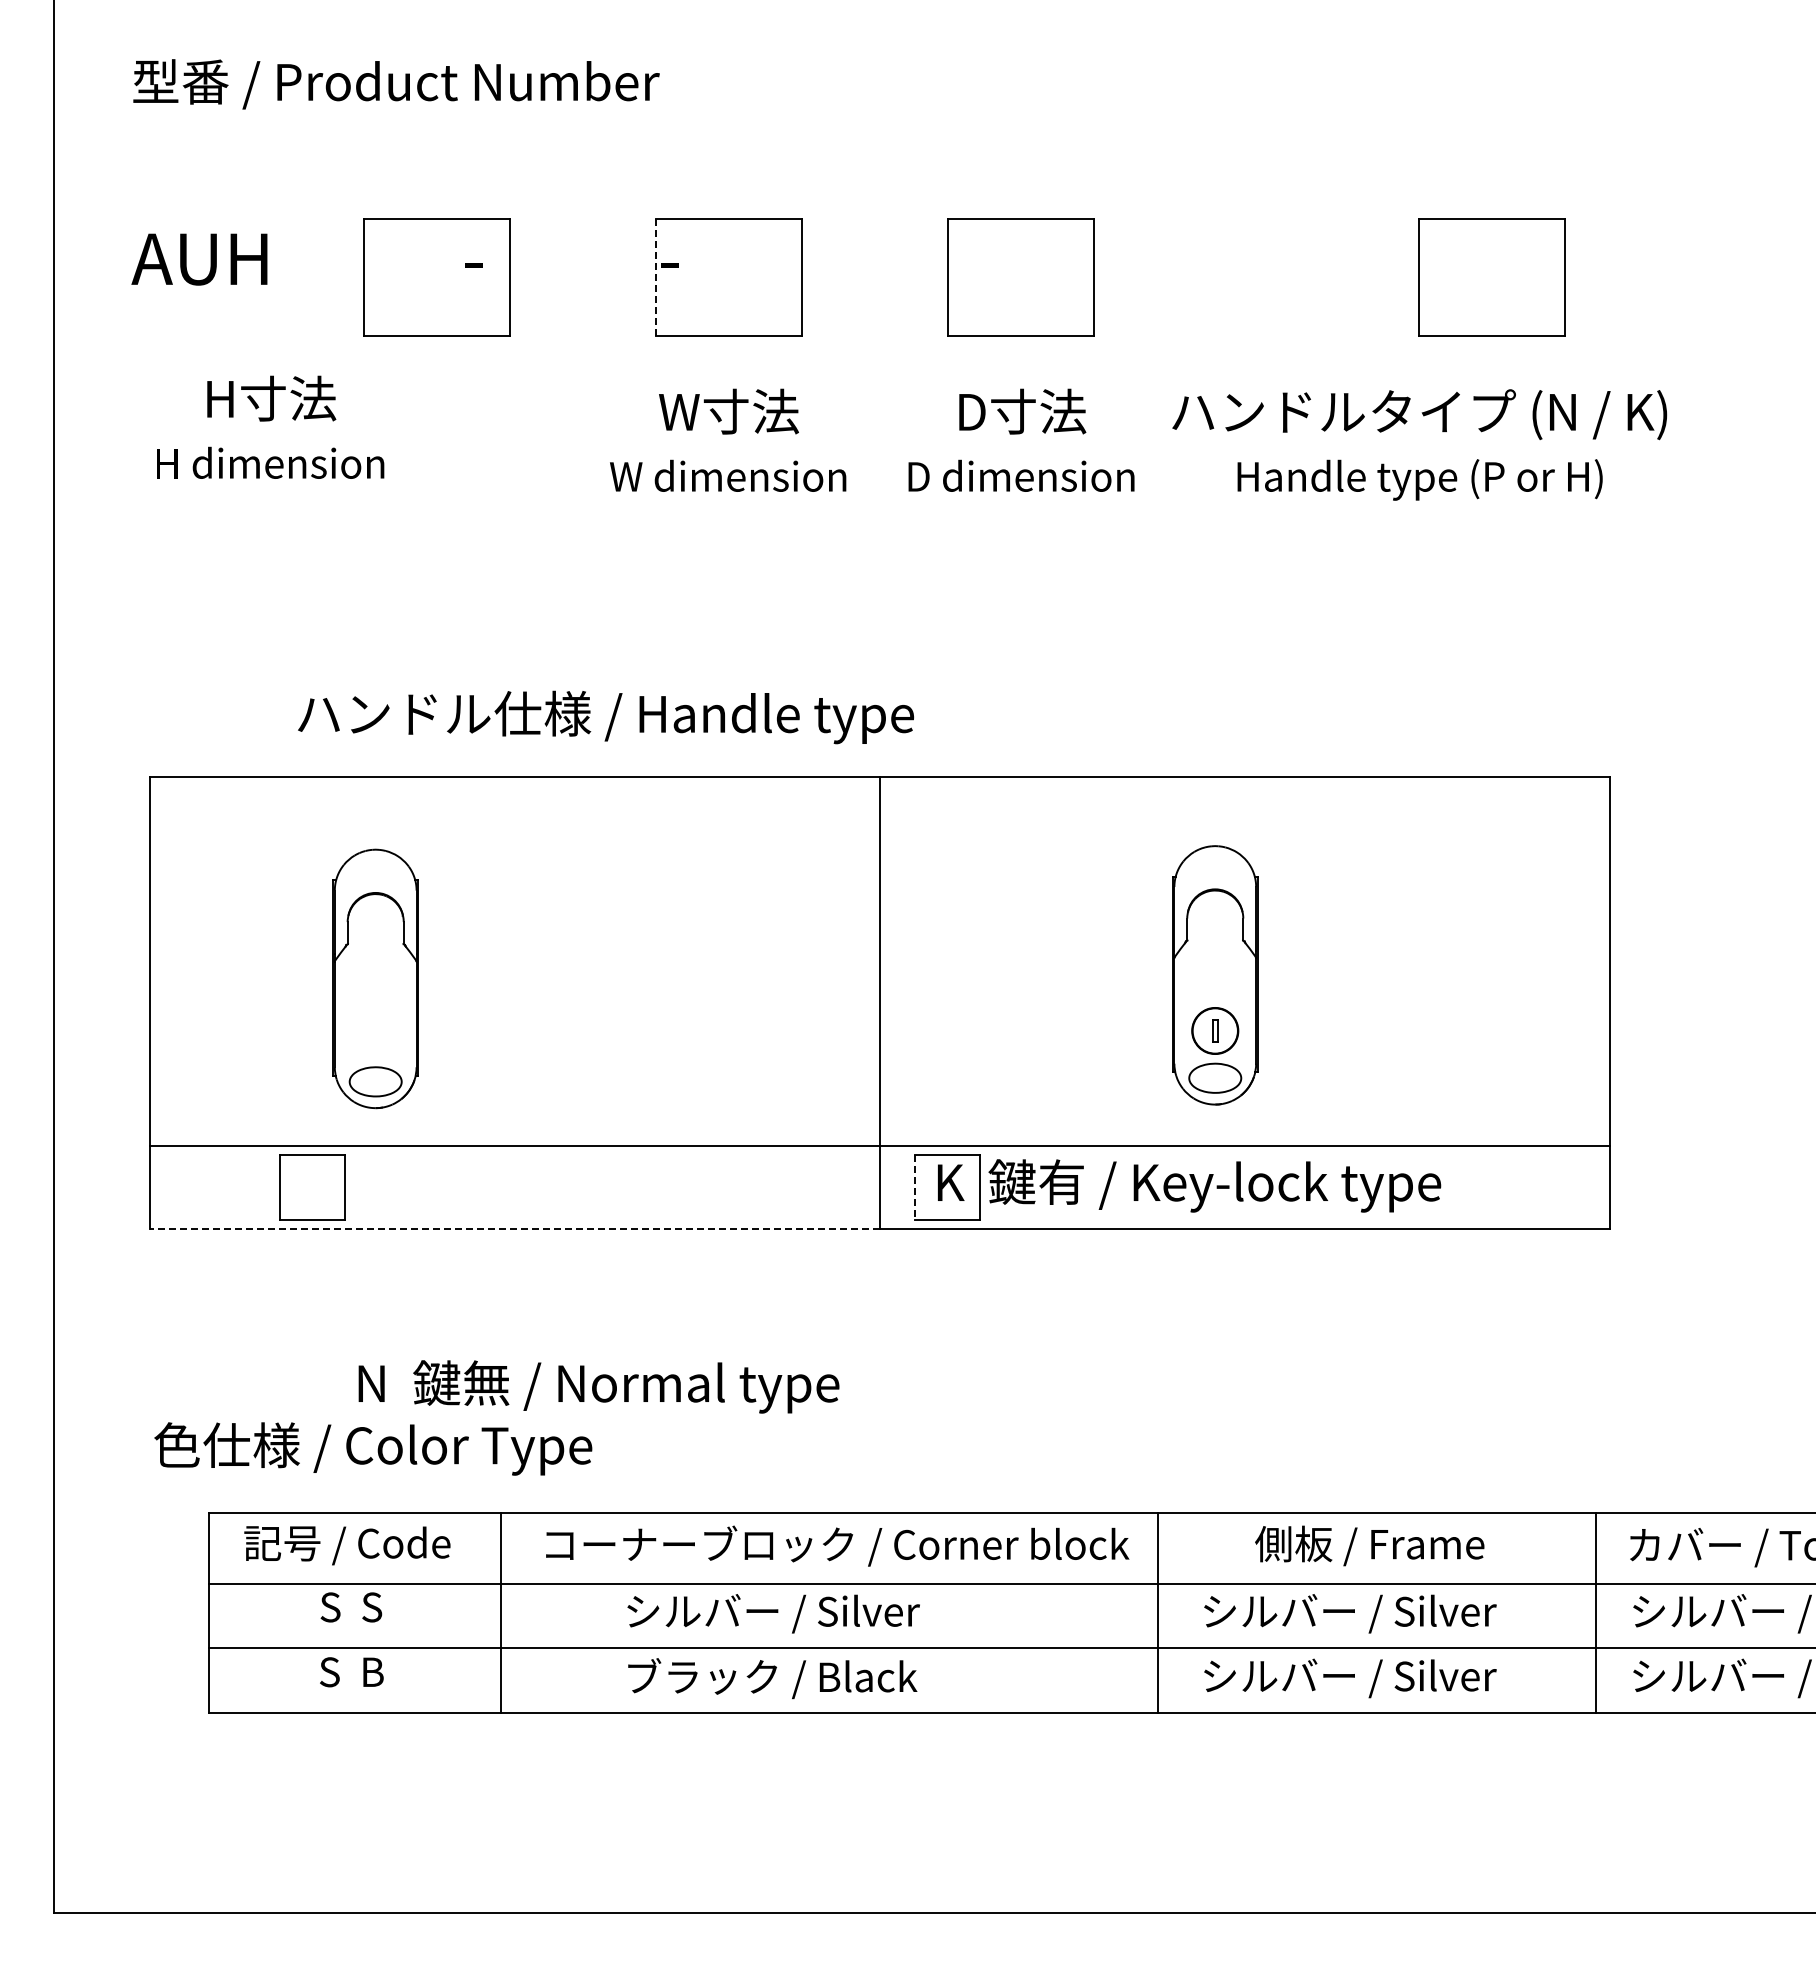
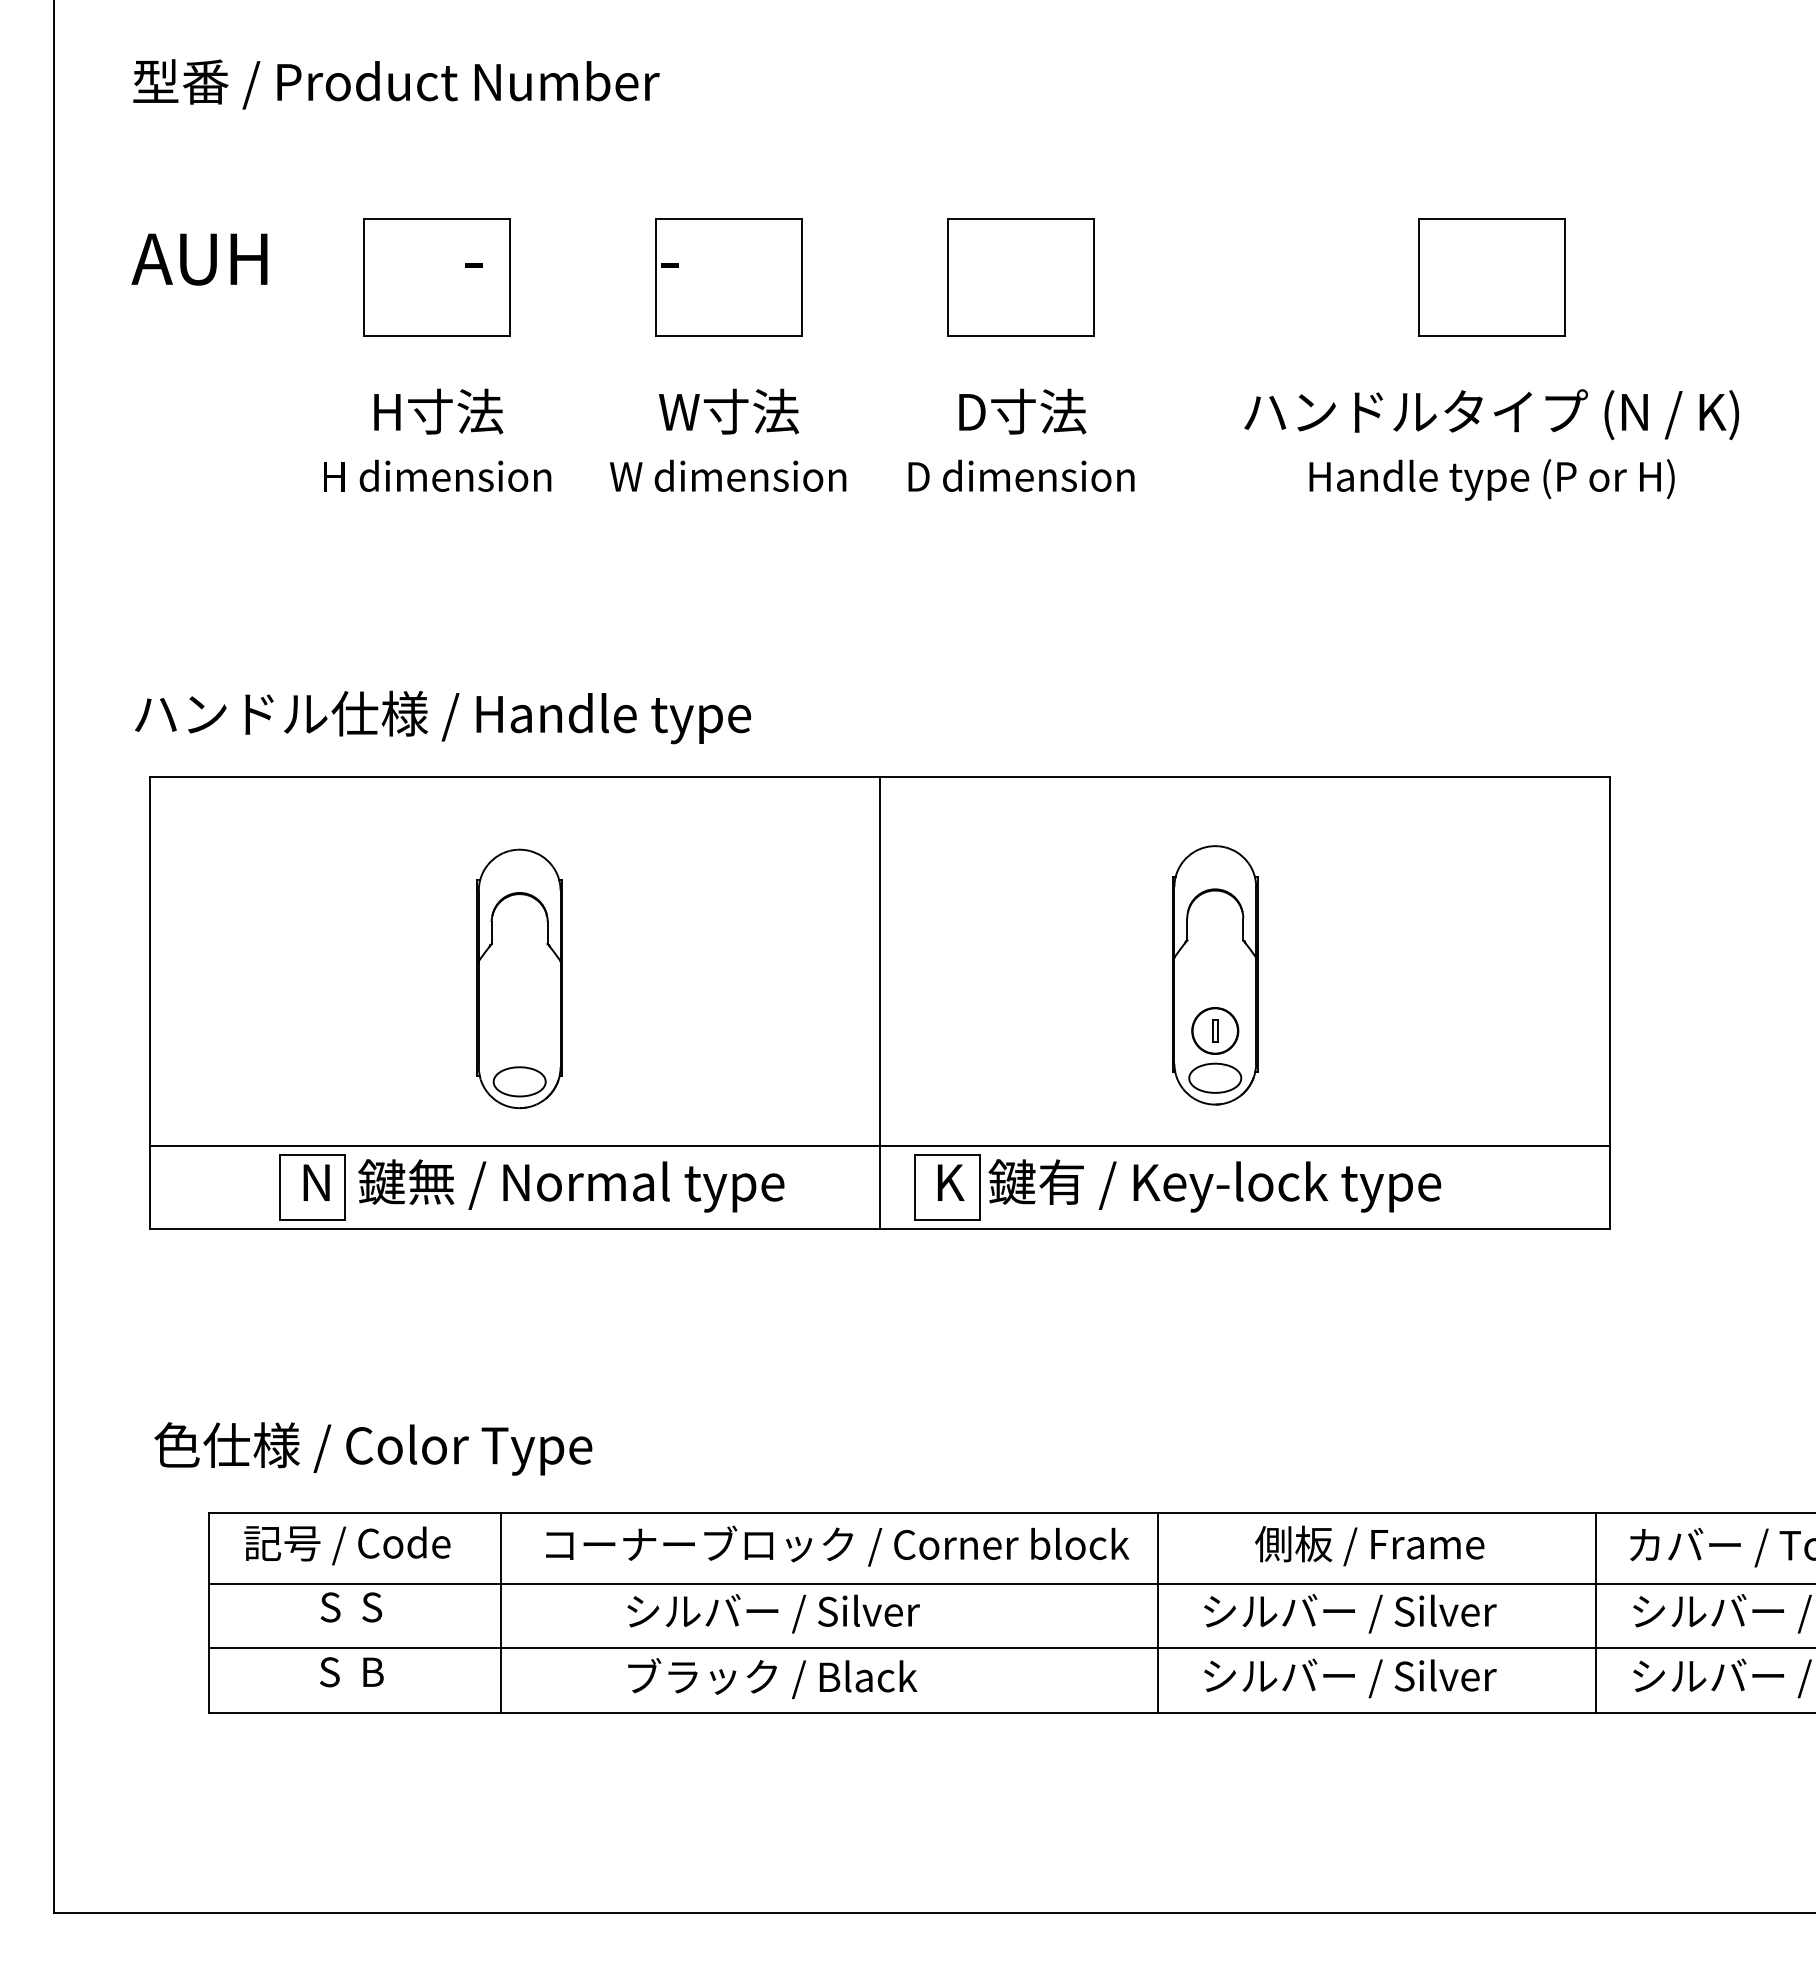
line at (656, 276): dashed -> solid
text at (270, 426) position: (270, 426) -> (437, 439)
text at (1419, 444) position: (1419, 444) -> (1491, 444)
text at (605, 717) position: (605, 717) -> (442, 717)
part at (375, 978) position: (375, 978) -> (519, 978)
line at (914, 1187): dashed -> solid
line at (514, 1229): dashed -> solid
text at (598, 1386) position: (598, 1386) -> (543, 1185)
